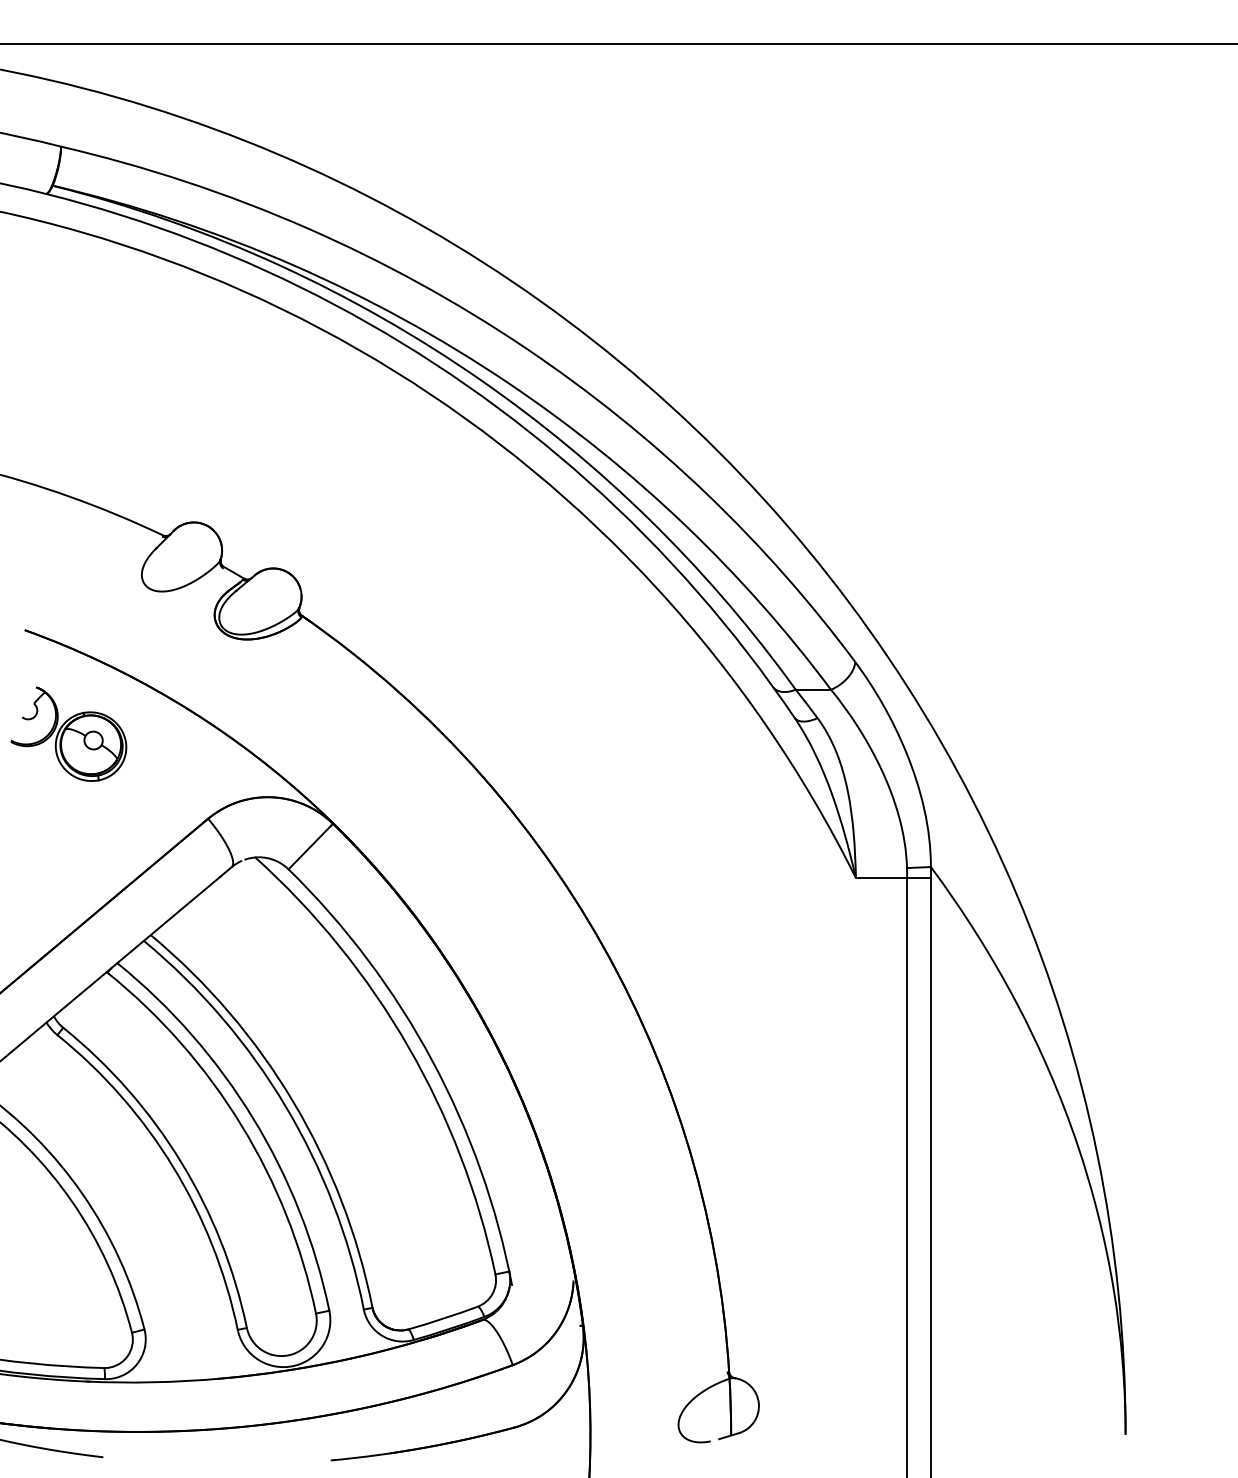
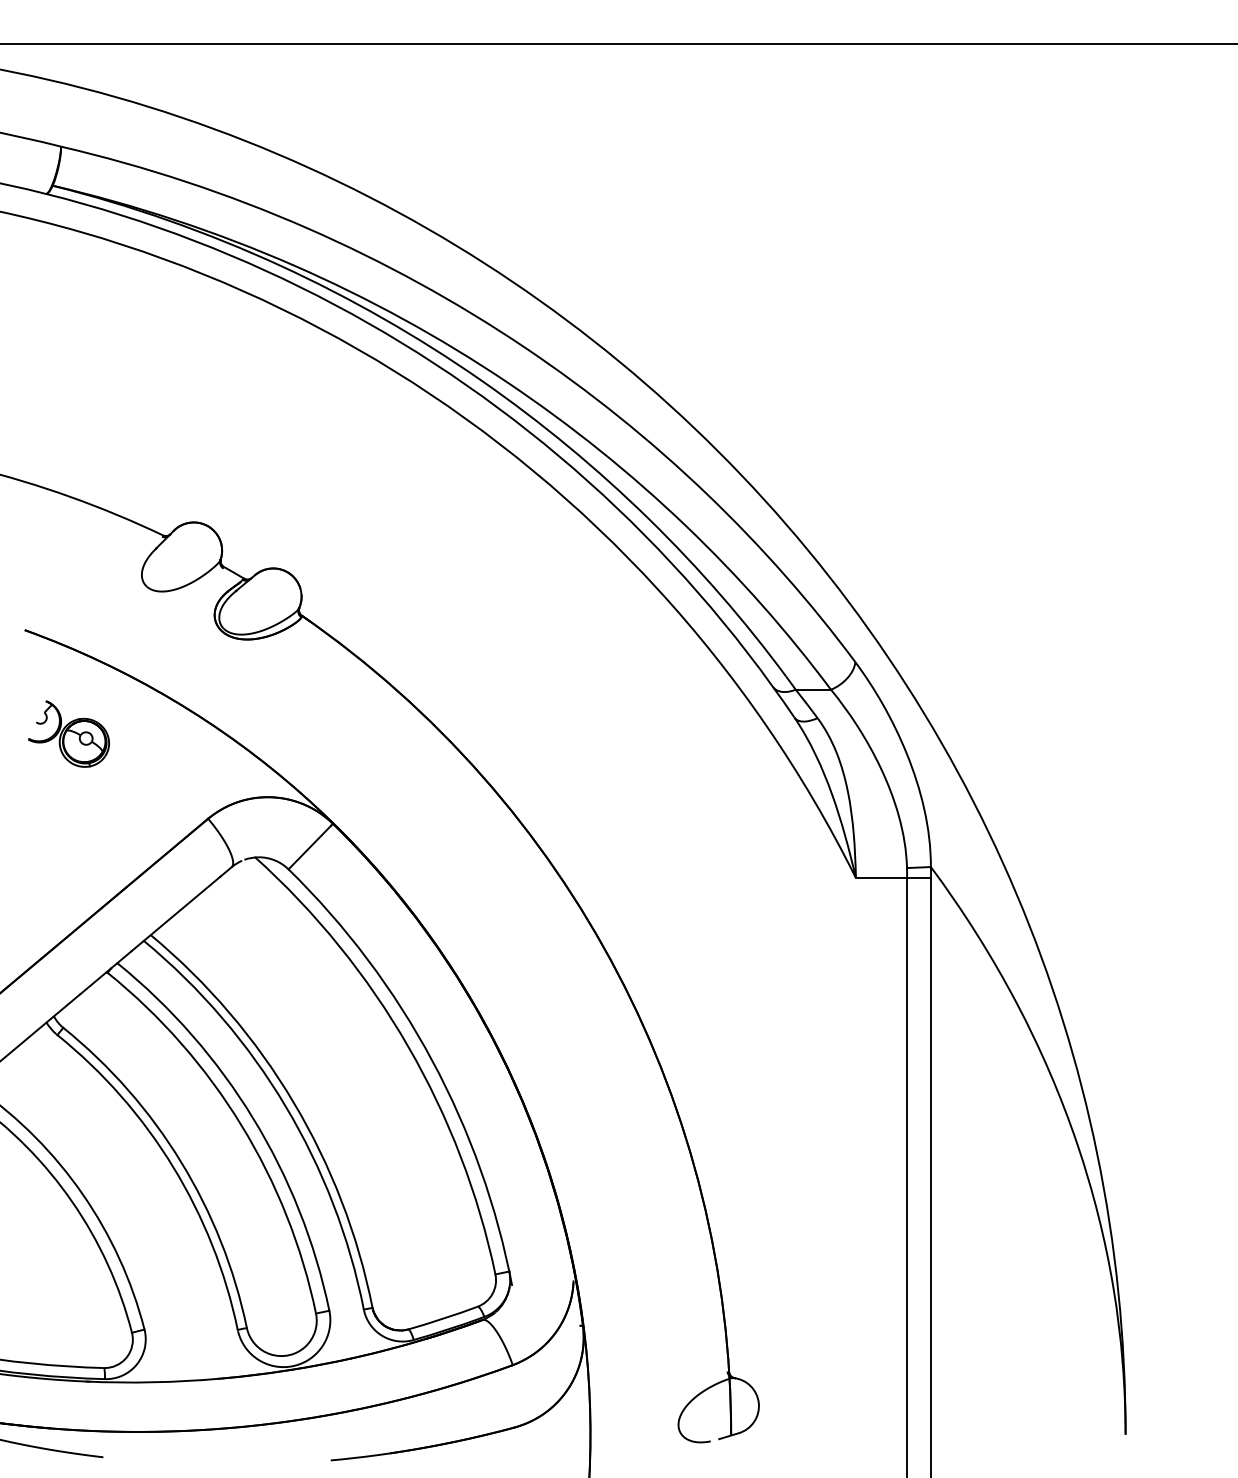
part at (68, 733) size: 118x96 px -> 82x68 px
